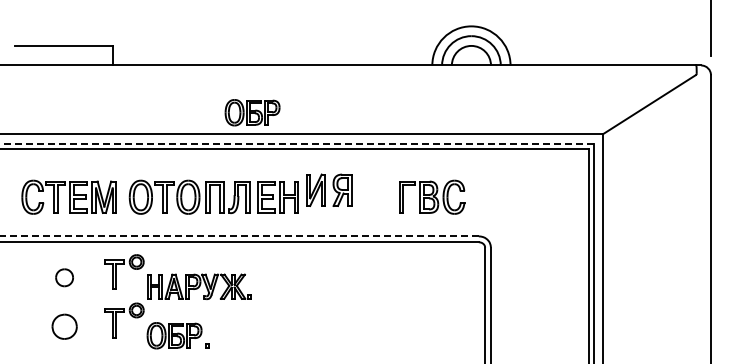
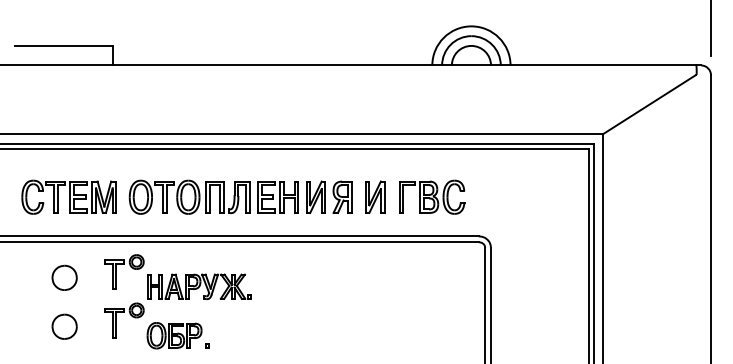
part at (252, 112): present -> none
line at (296, 143): dashed -> solid
part at (329, 189) position: (329, 189) -> (329, 196)
part at (375, 196): none -> present
line at (239, 236): dashed -> solid
part at (64, 277) size: 19x20 px -> 27x27 px
